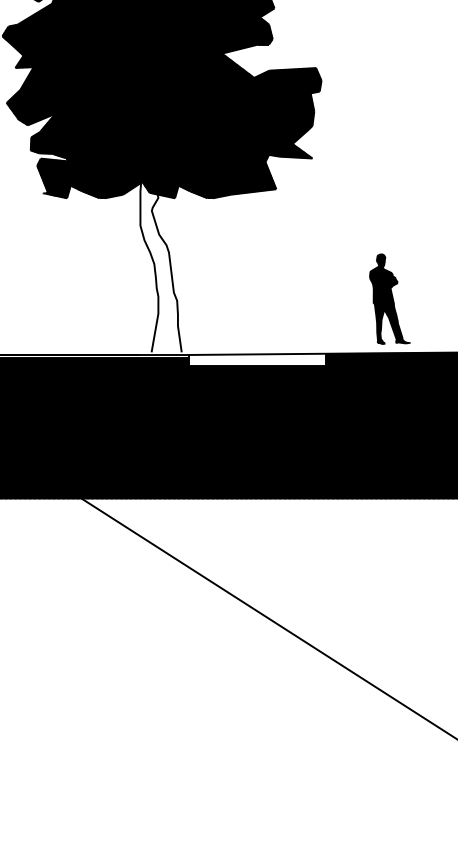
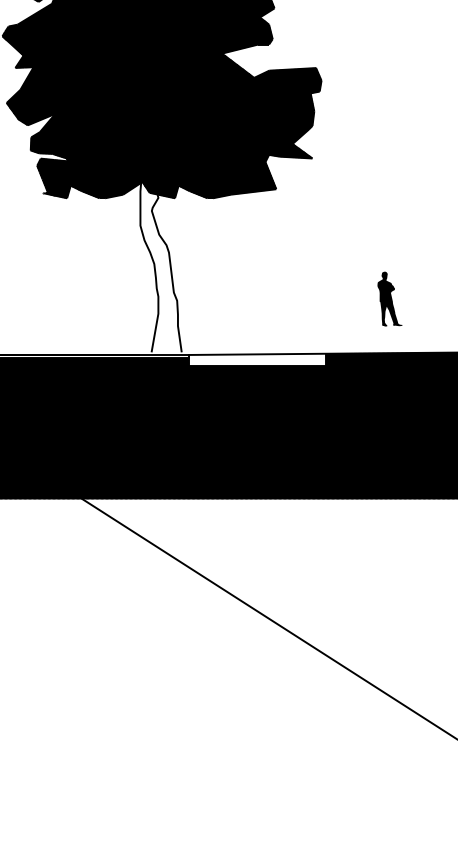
part at (389, 298) size: 42x92 px -> 26x56 px
